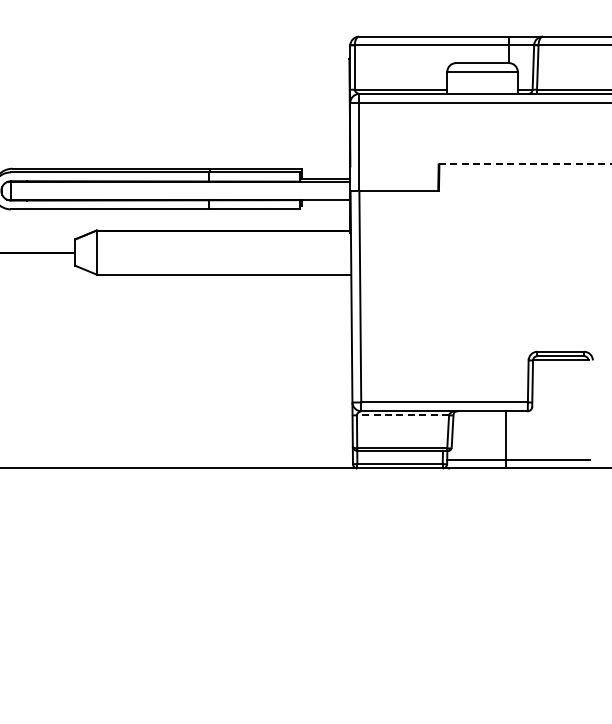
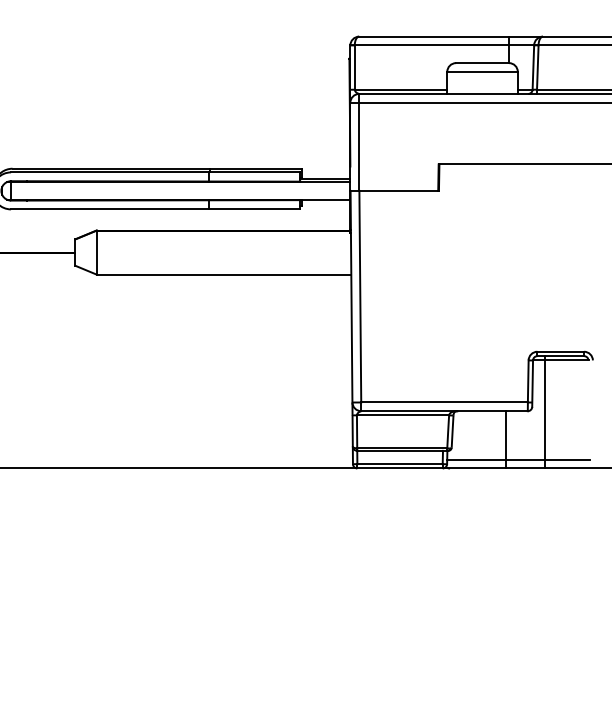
line at (525, 164): dashed -> solid
line at (544, 412): none -> present
line at (402, 415): dashed -> solid
